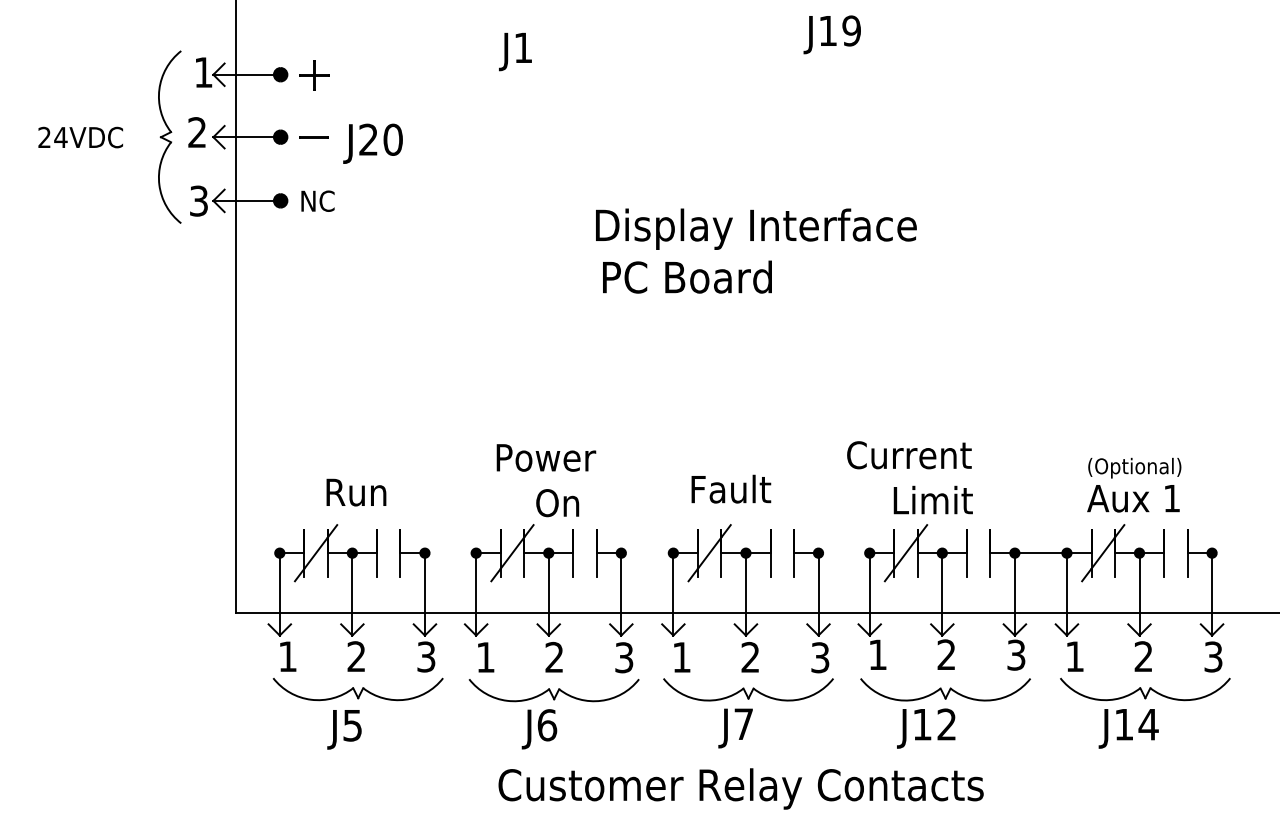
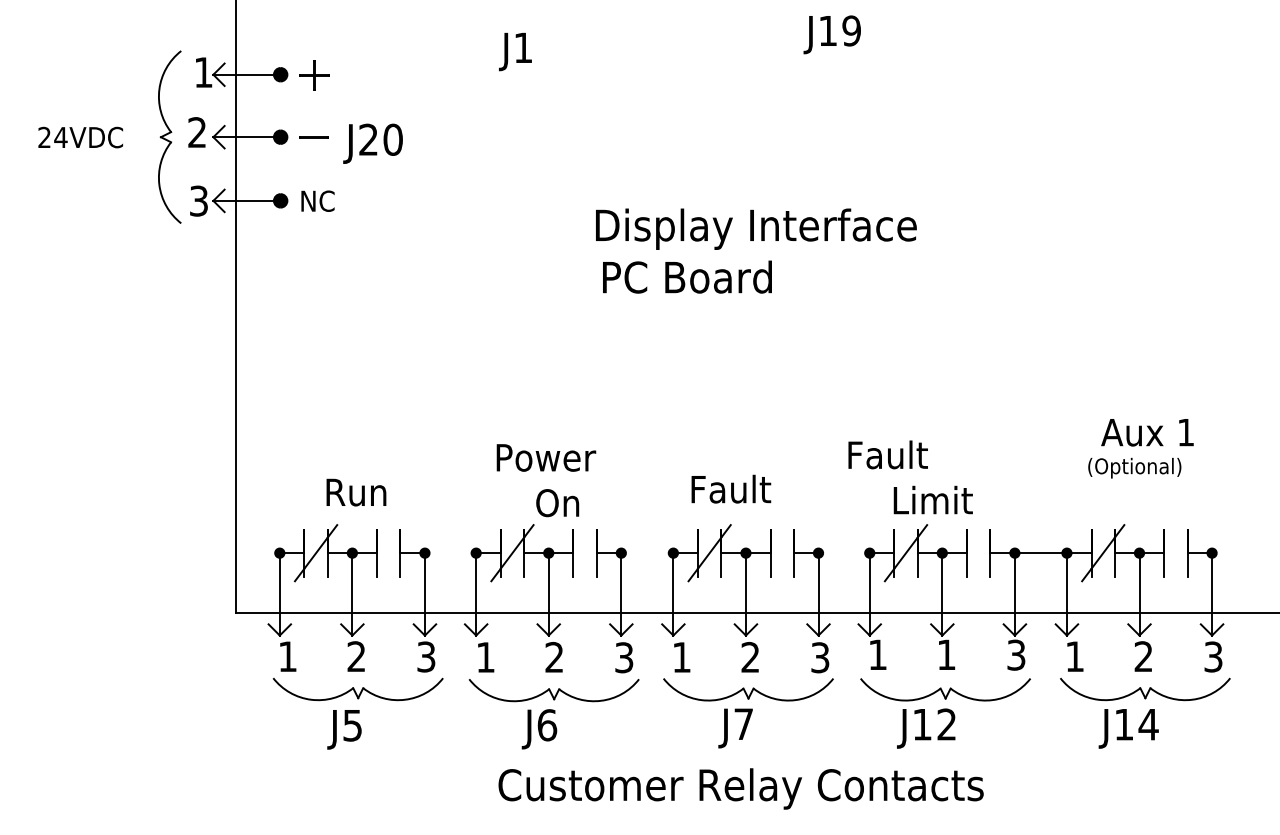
text at (909, 454): Current -> Fault
text at (1133, 498) position: (1133, 498) -> (1147, 432)
text at (946, 654): 2 -> 1
